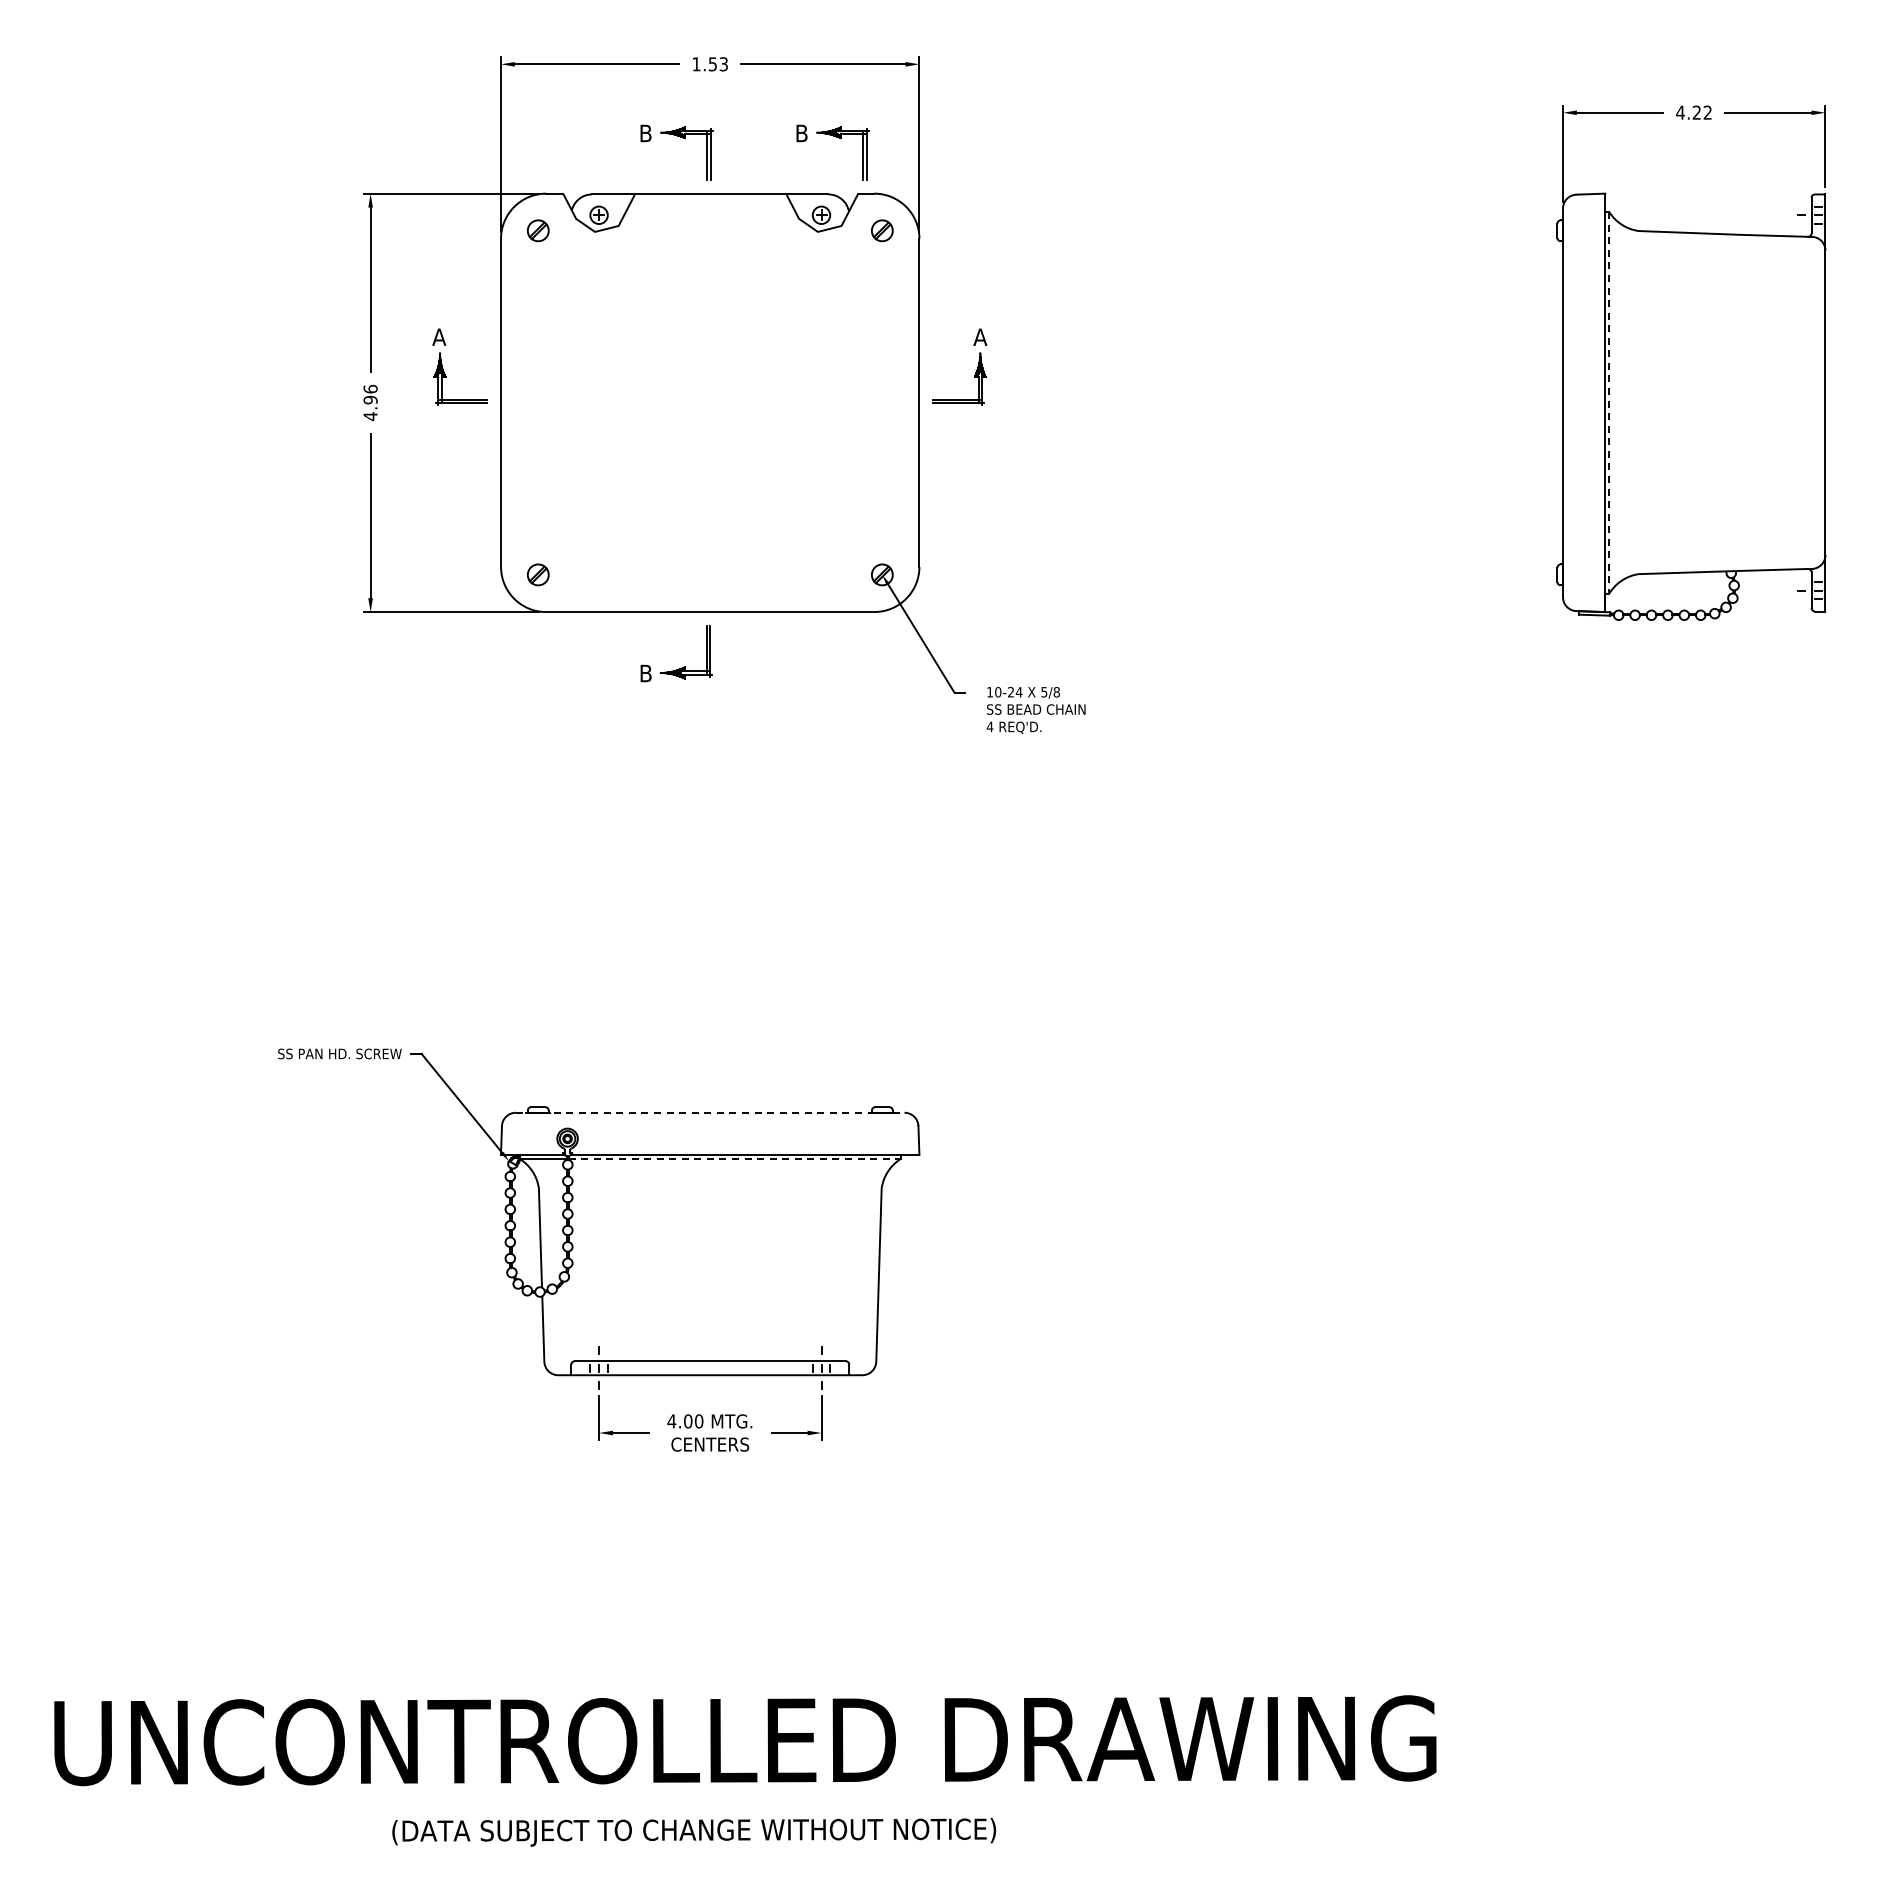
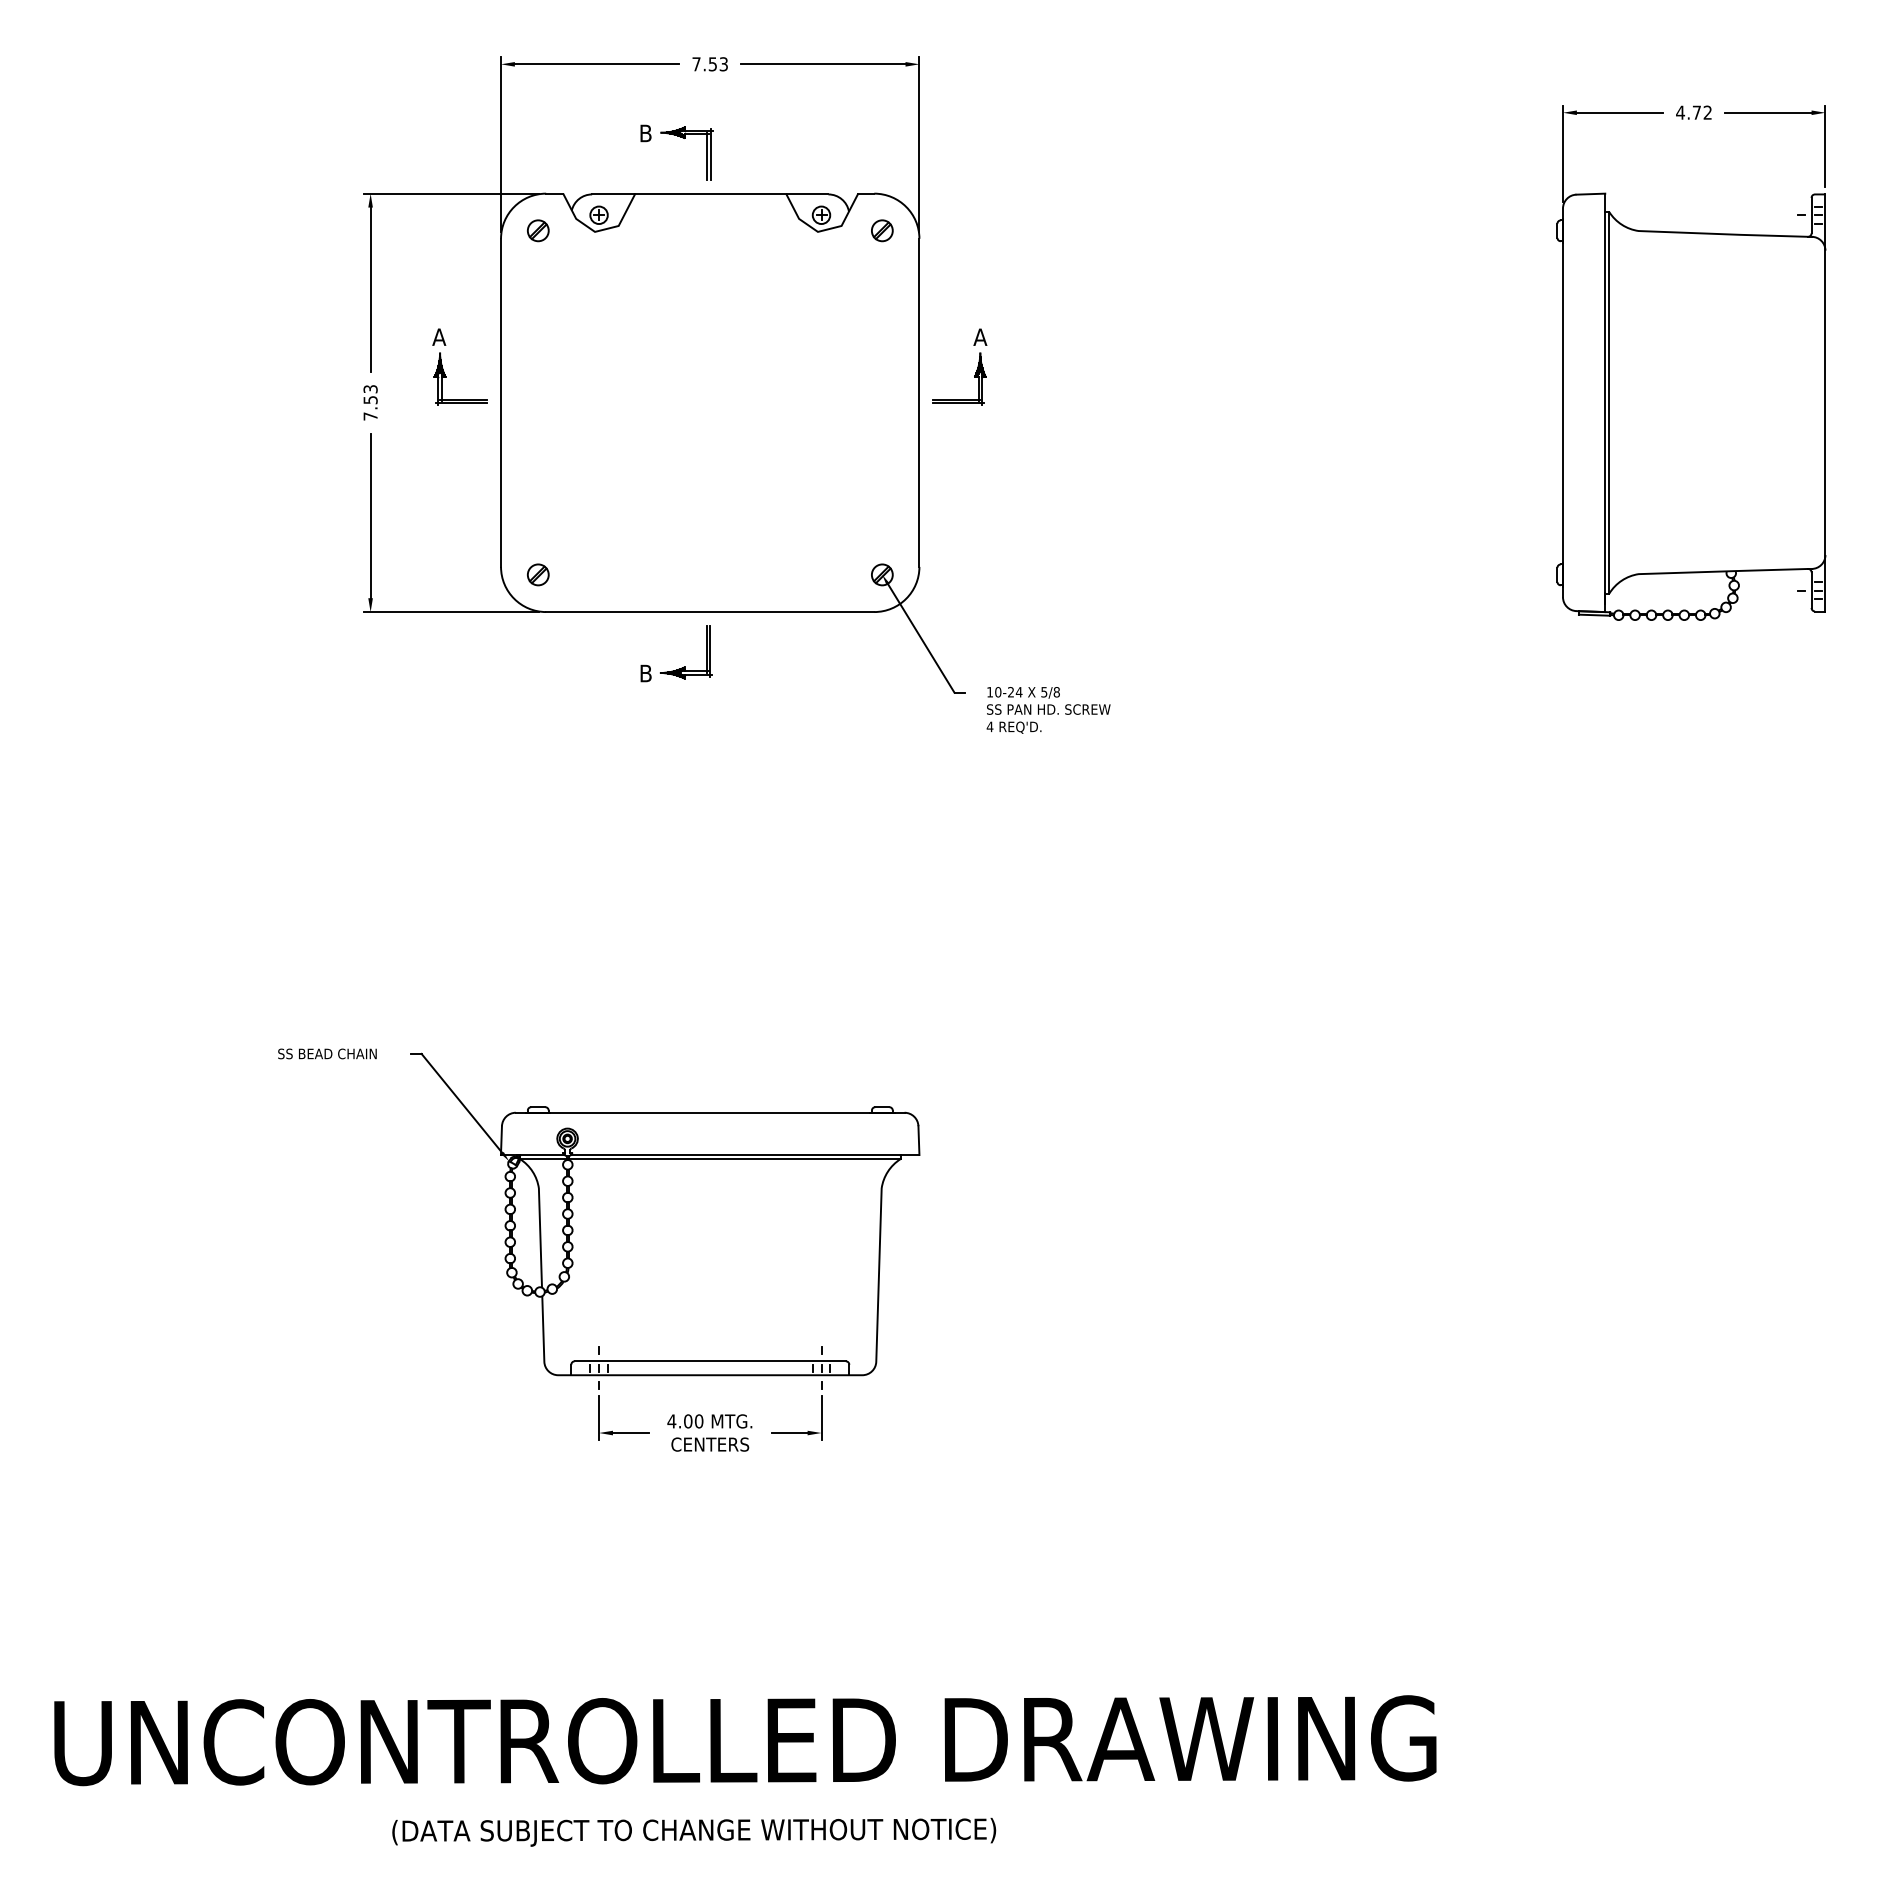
text at (696, 64): 1.53 -> 7.53
text at (1696, 112): 4.22 -> 4.72
part at (838, 138): present -> none
text at (370, 402): 4.96 -> 7.53
line at (1609, 402): dashed -> solid
text at (1059, 709): SS BEAD CHAIN -> SS PAN HD. SCREW
text at (350, 1053): SS PAN HD. SCREW -> SS BEAD CHAIN
line at (710, 1112): dashed -> solid
line at (734, 1159): dashed -> solid
